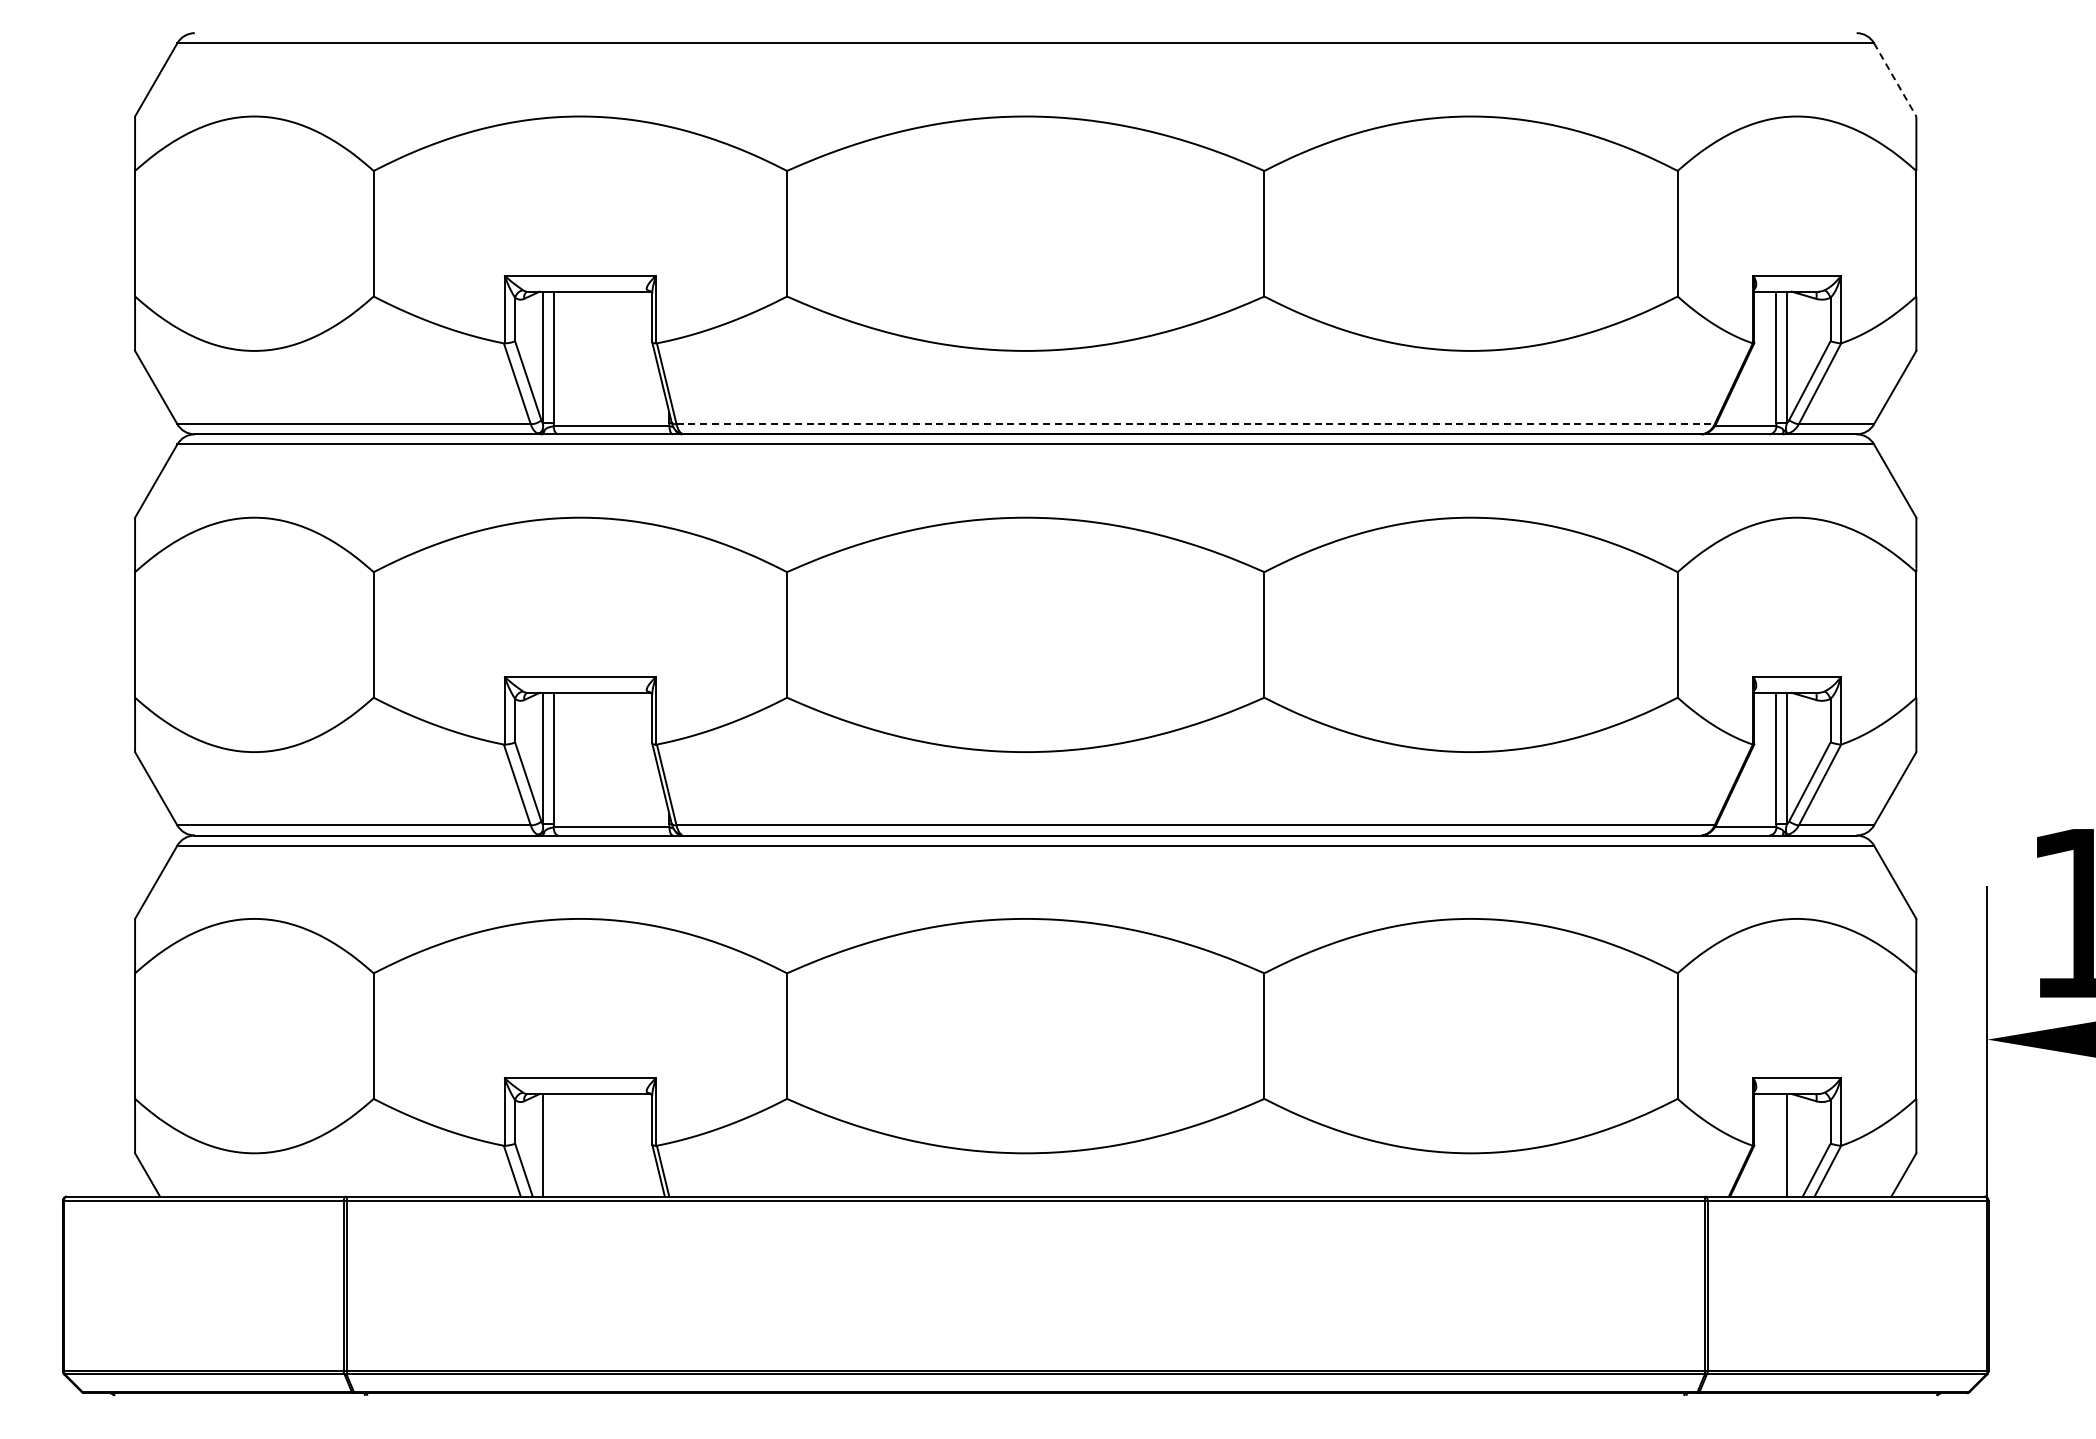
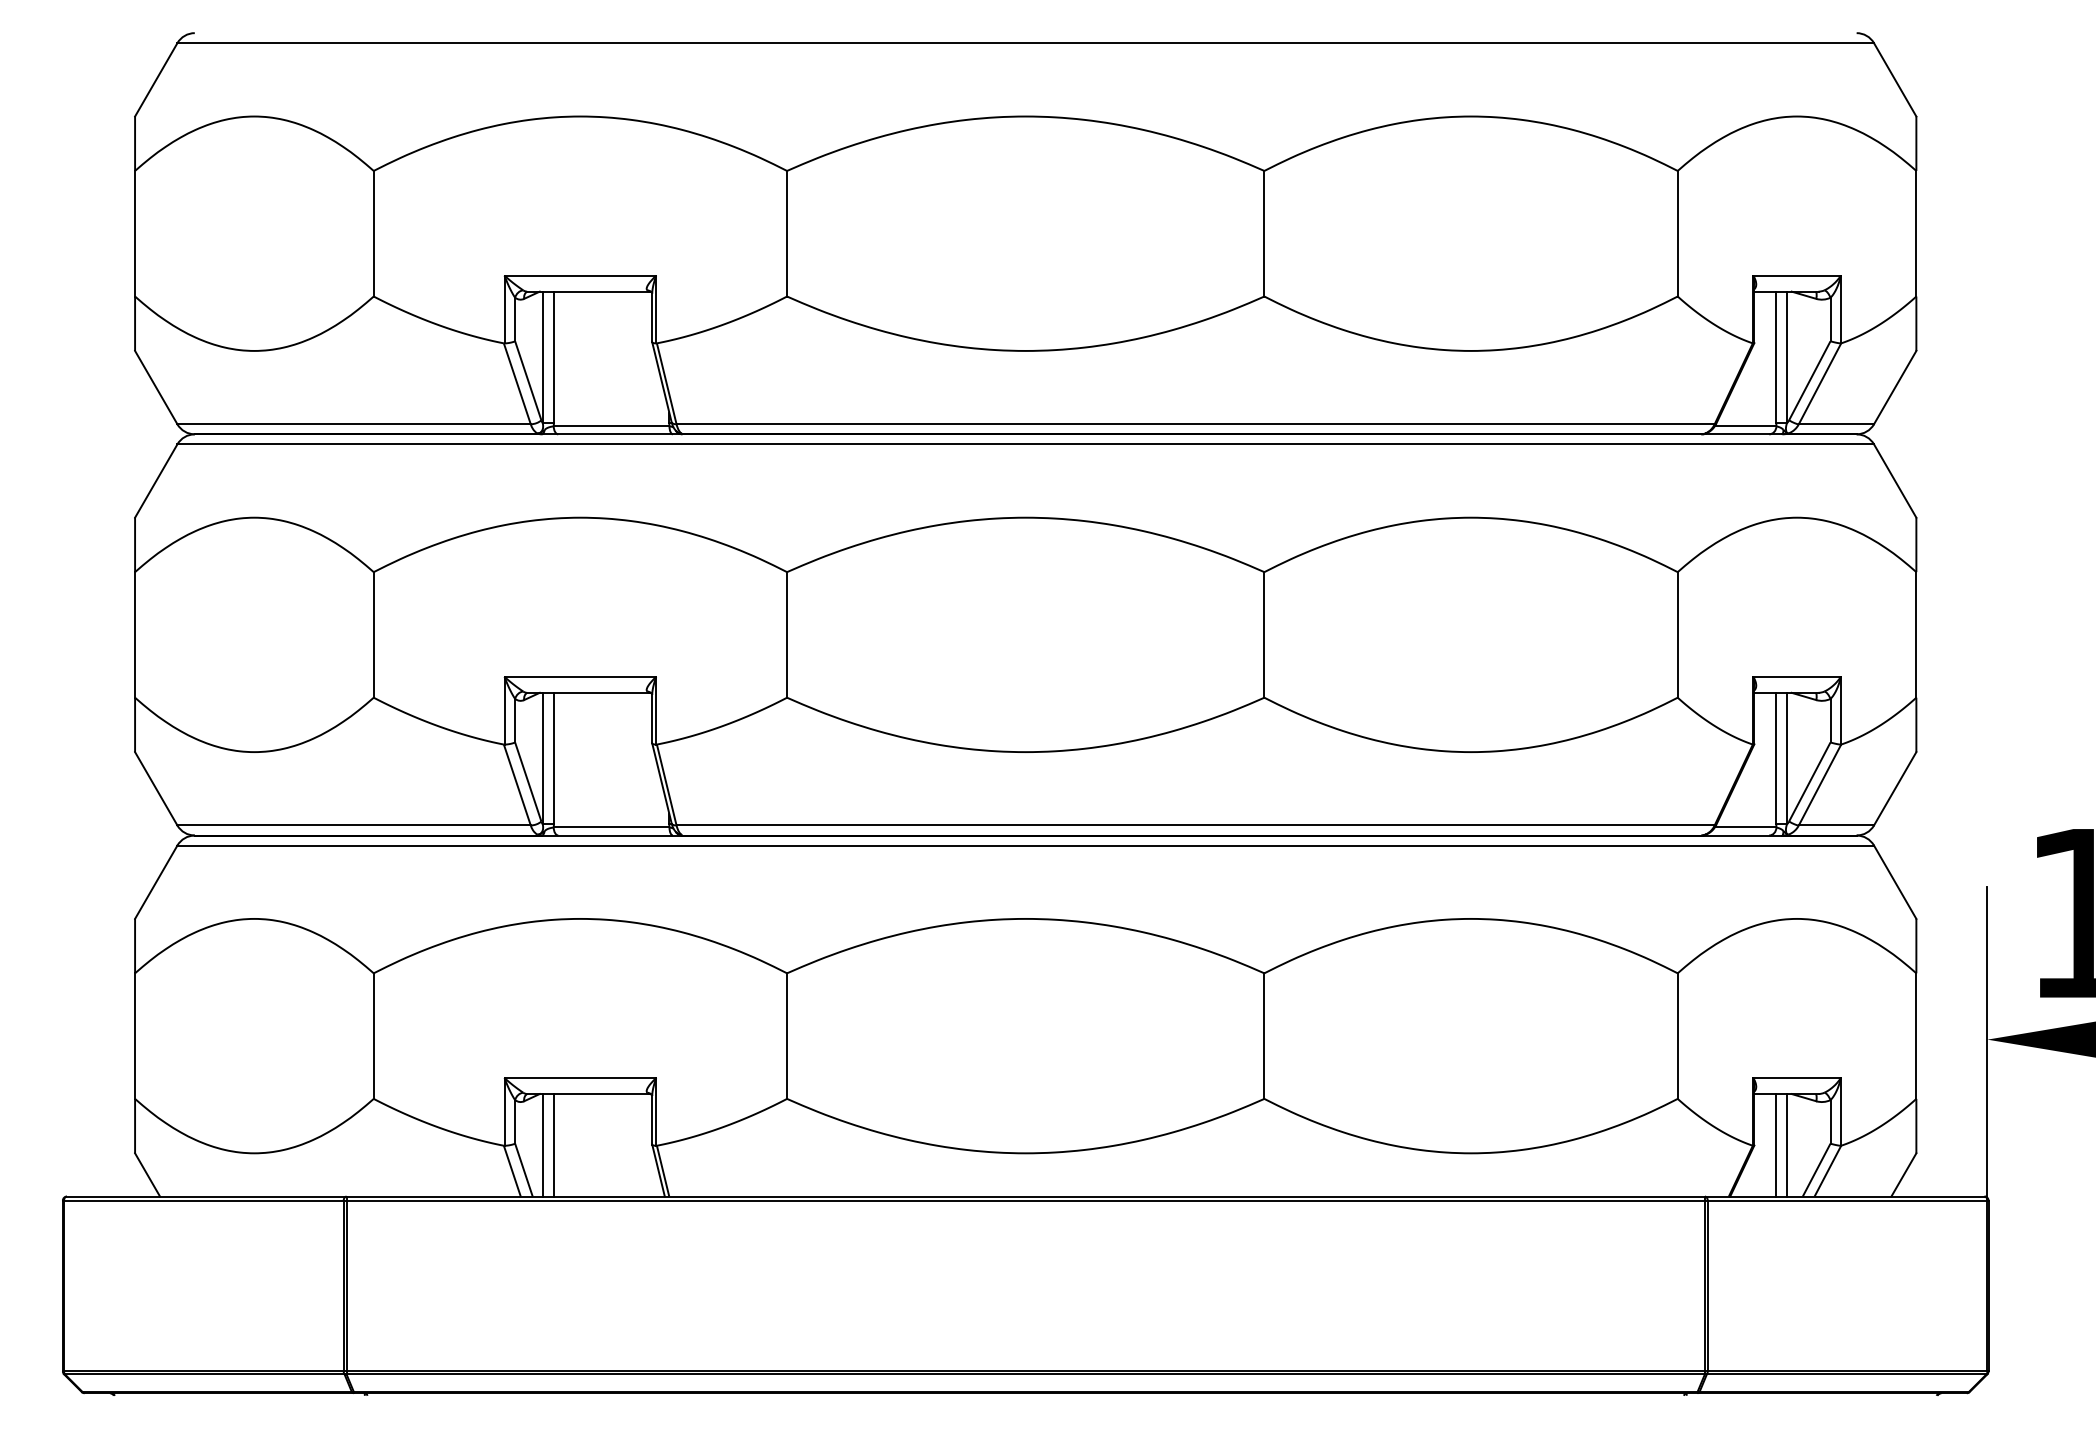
line at (1895, 80): dashed -> solid
line at (1196, 424): dashed -> solid
line at (553, 1145): none -> present
line at (1776, 1145): none -> present
